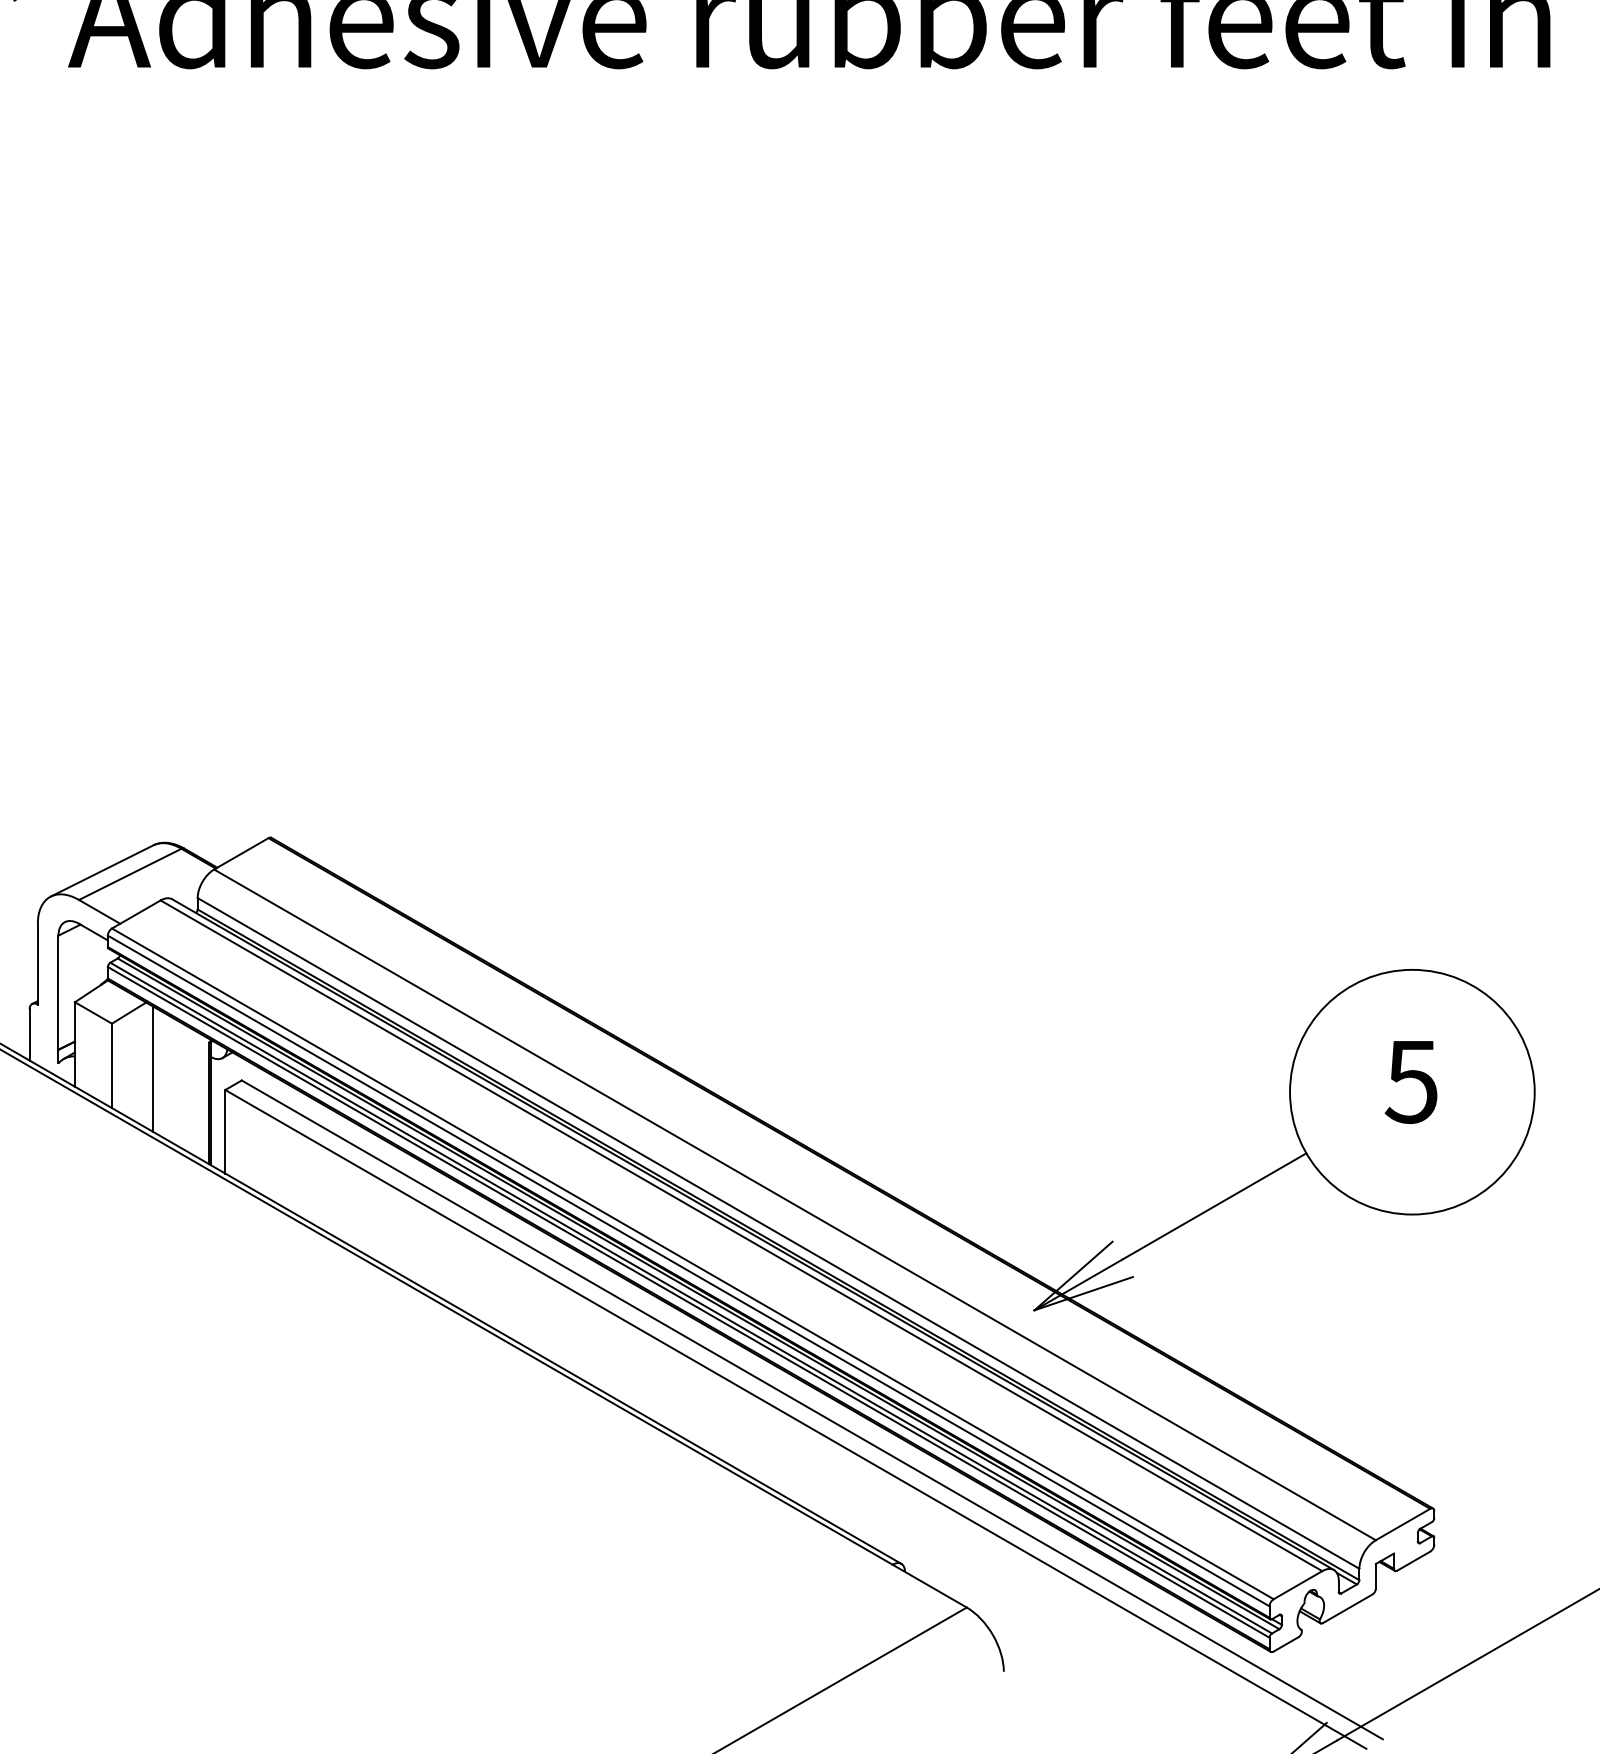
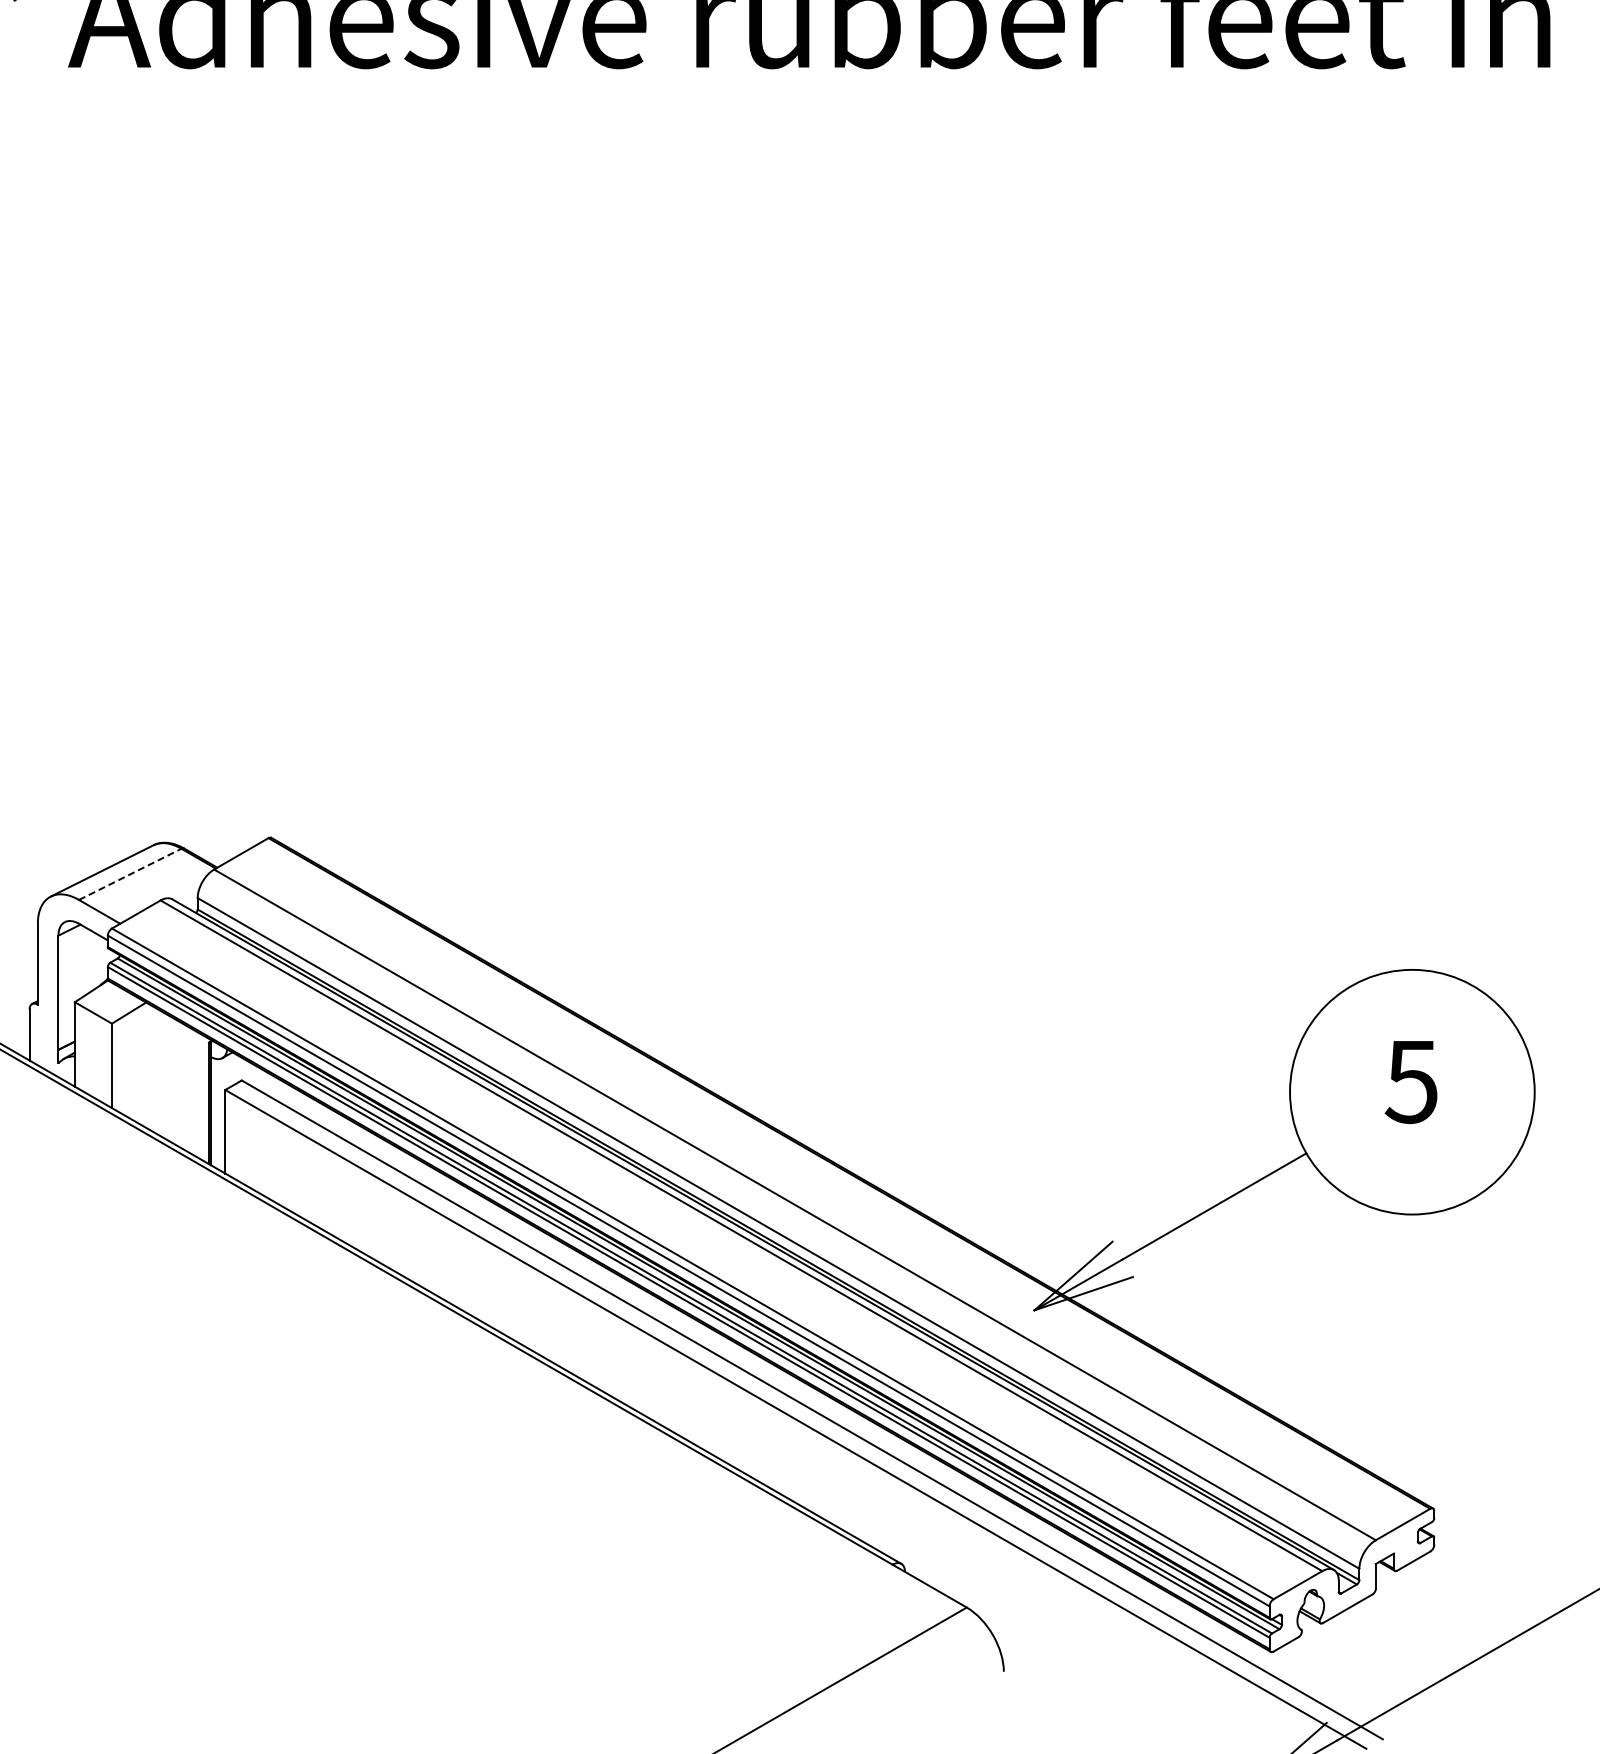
line at (130, 874): solid -> dashed
line at (153, 1068): present -> none
